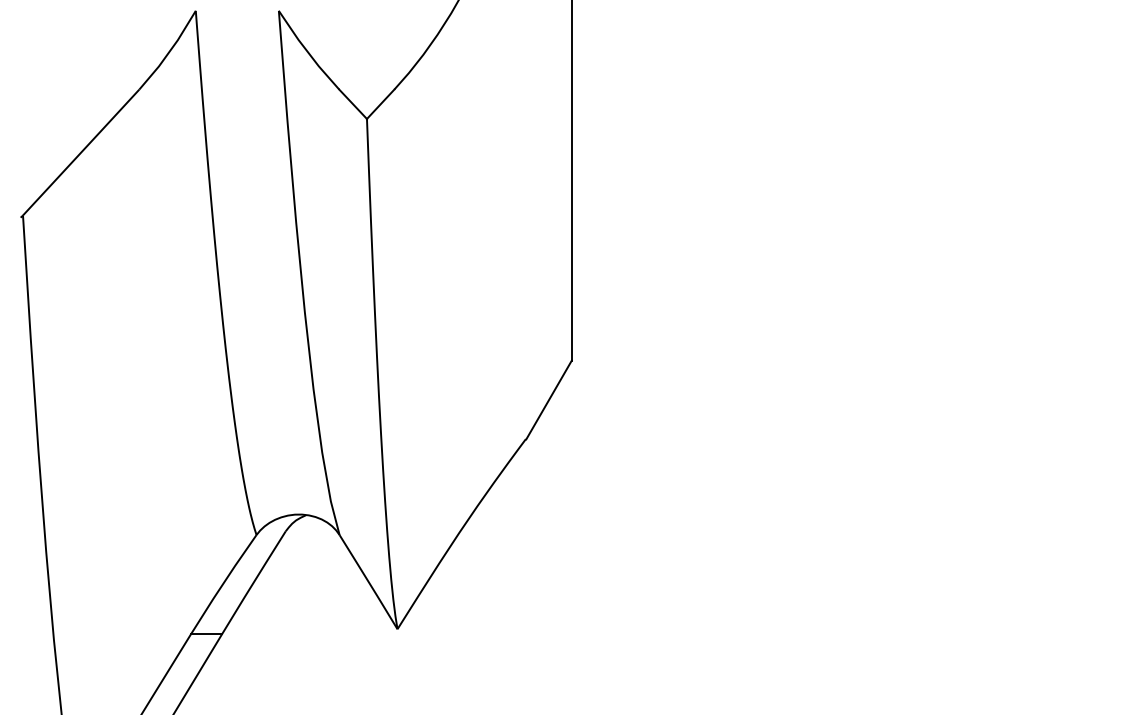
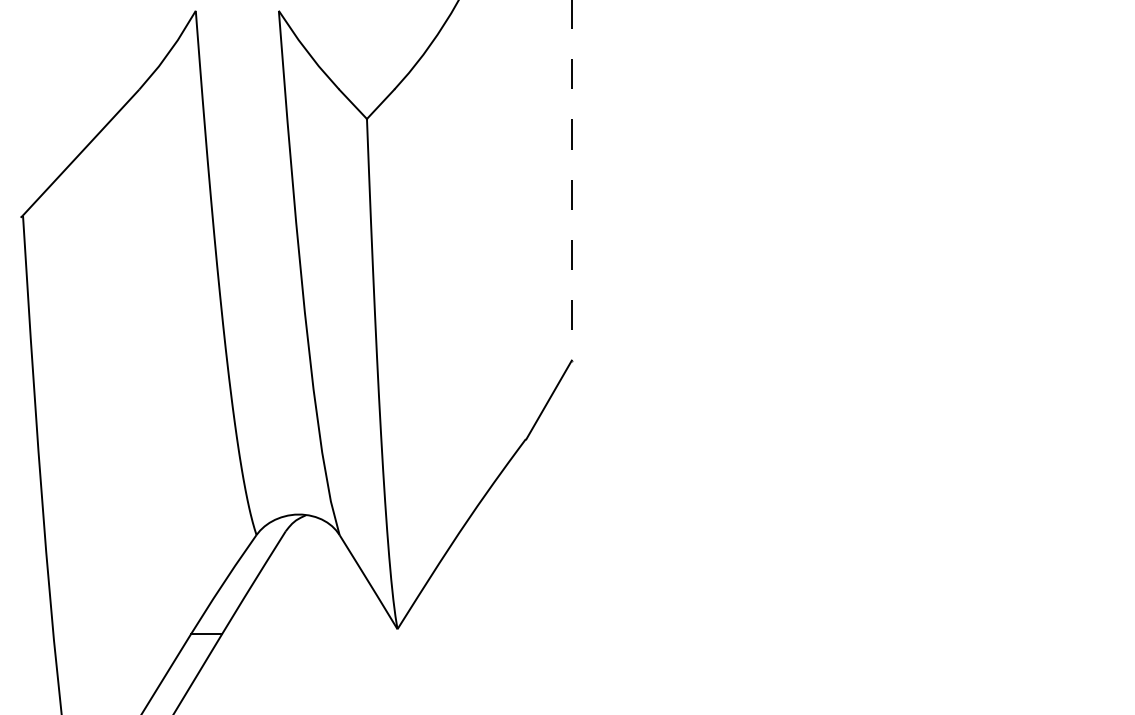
line at (571, 180): solid -> dashed
